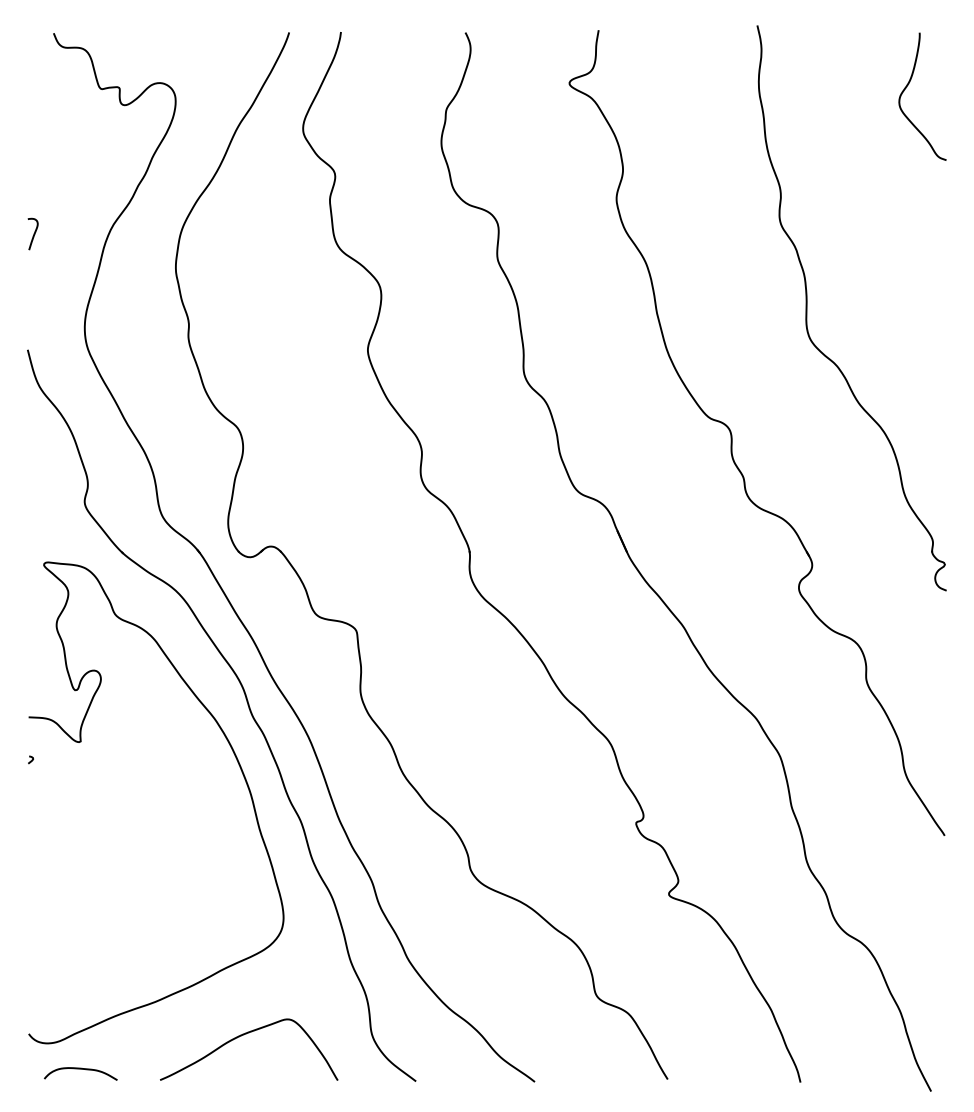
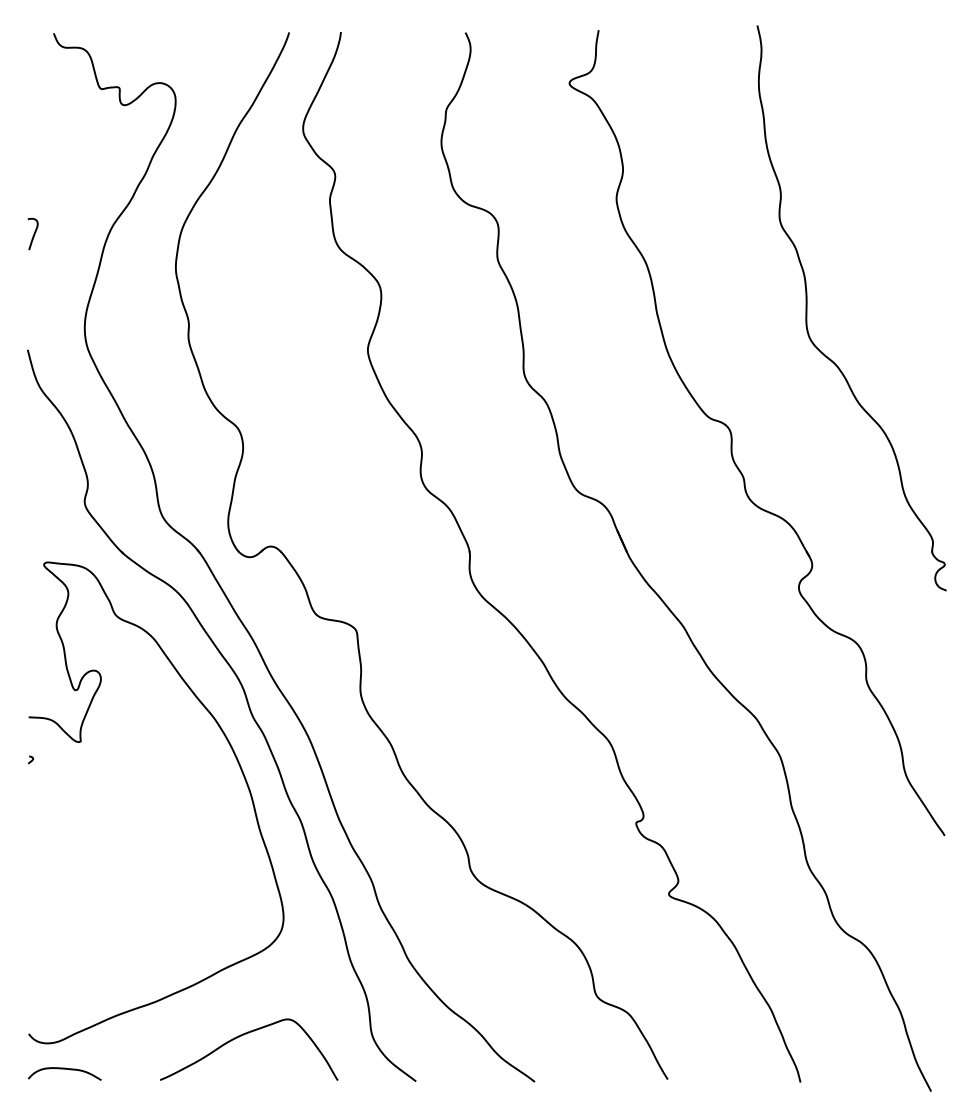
curve at (908, 85): present -> none
curve at (80, 1069) position: (80, 1069) -> (64, 1069)
